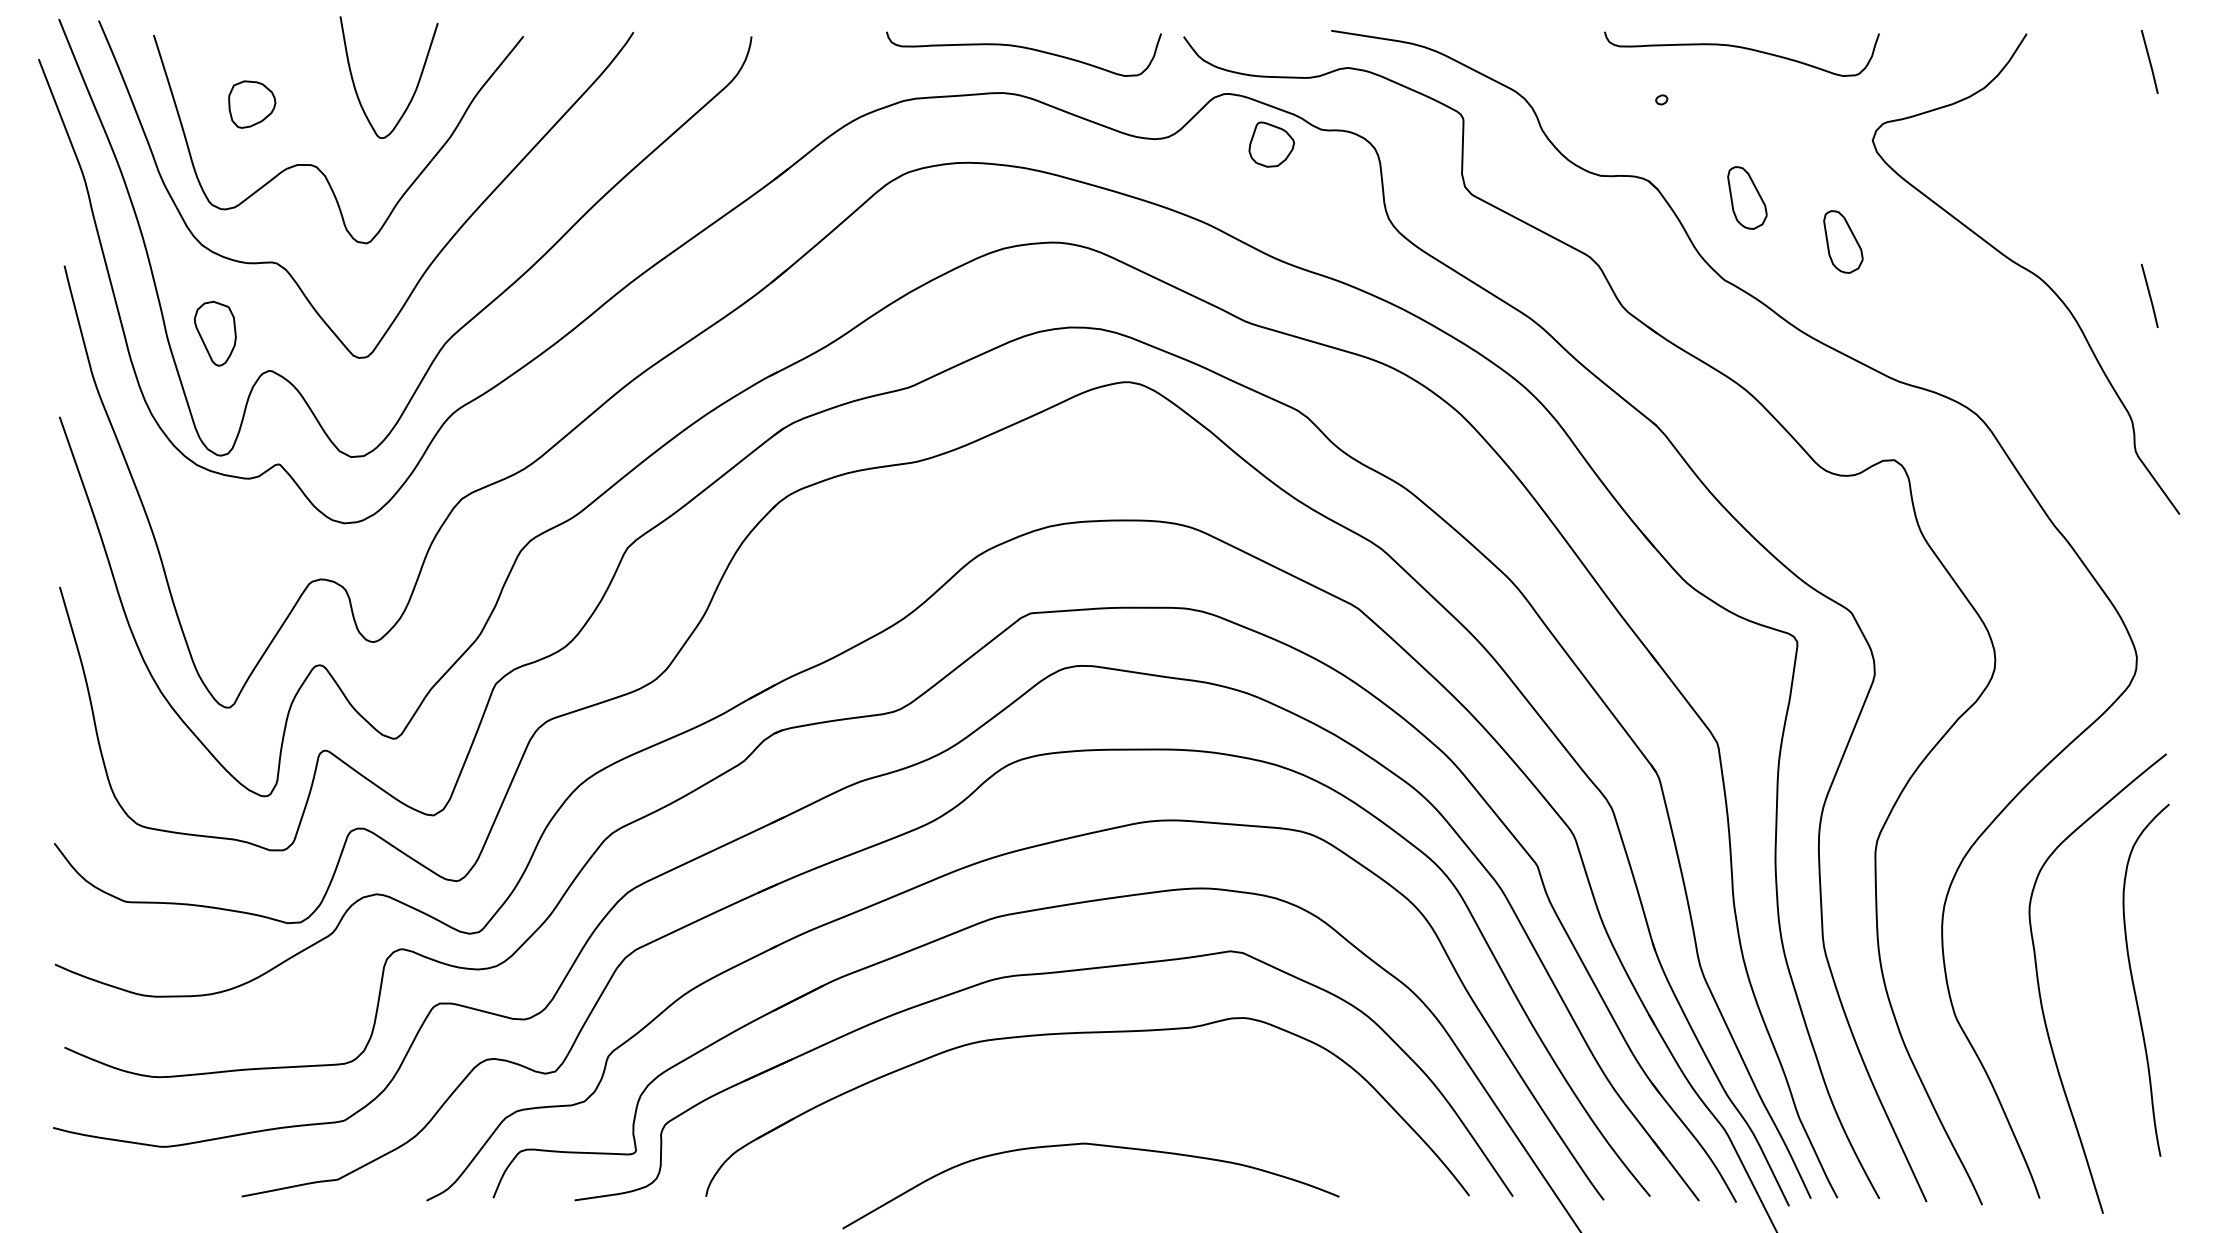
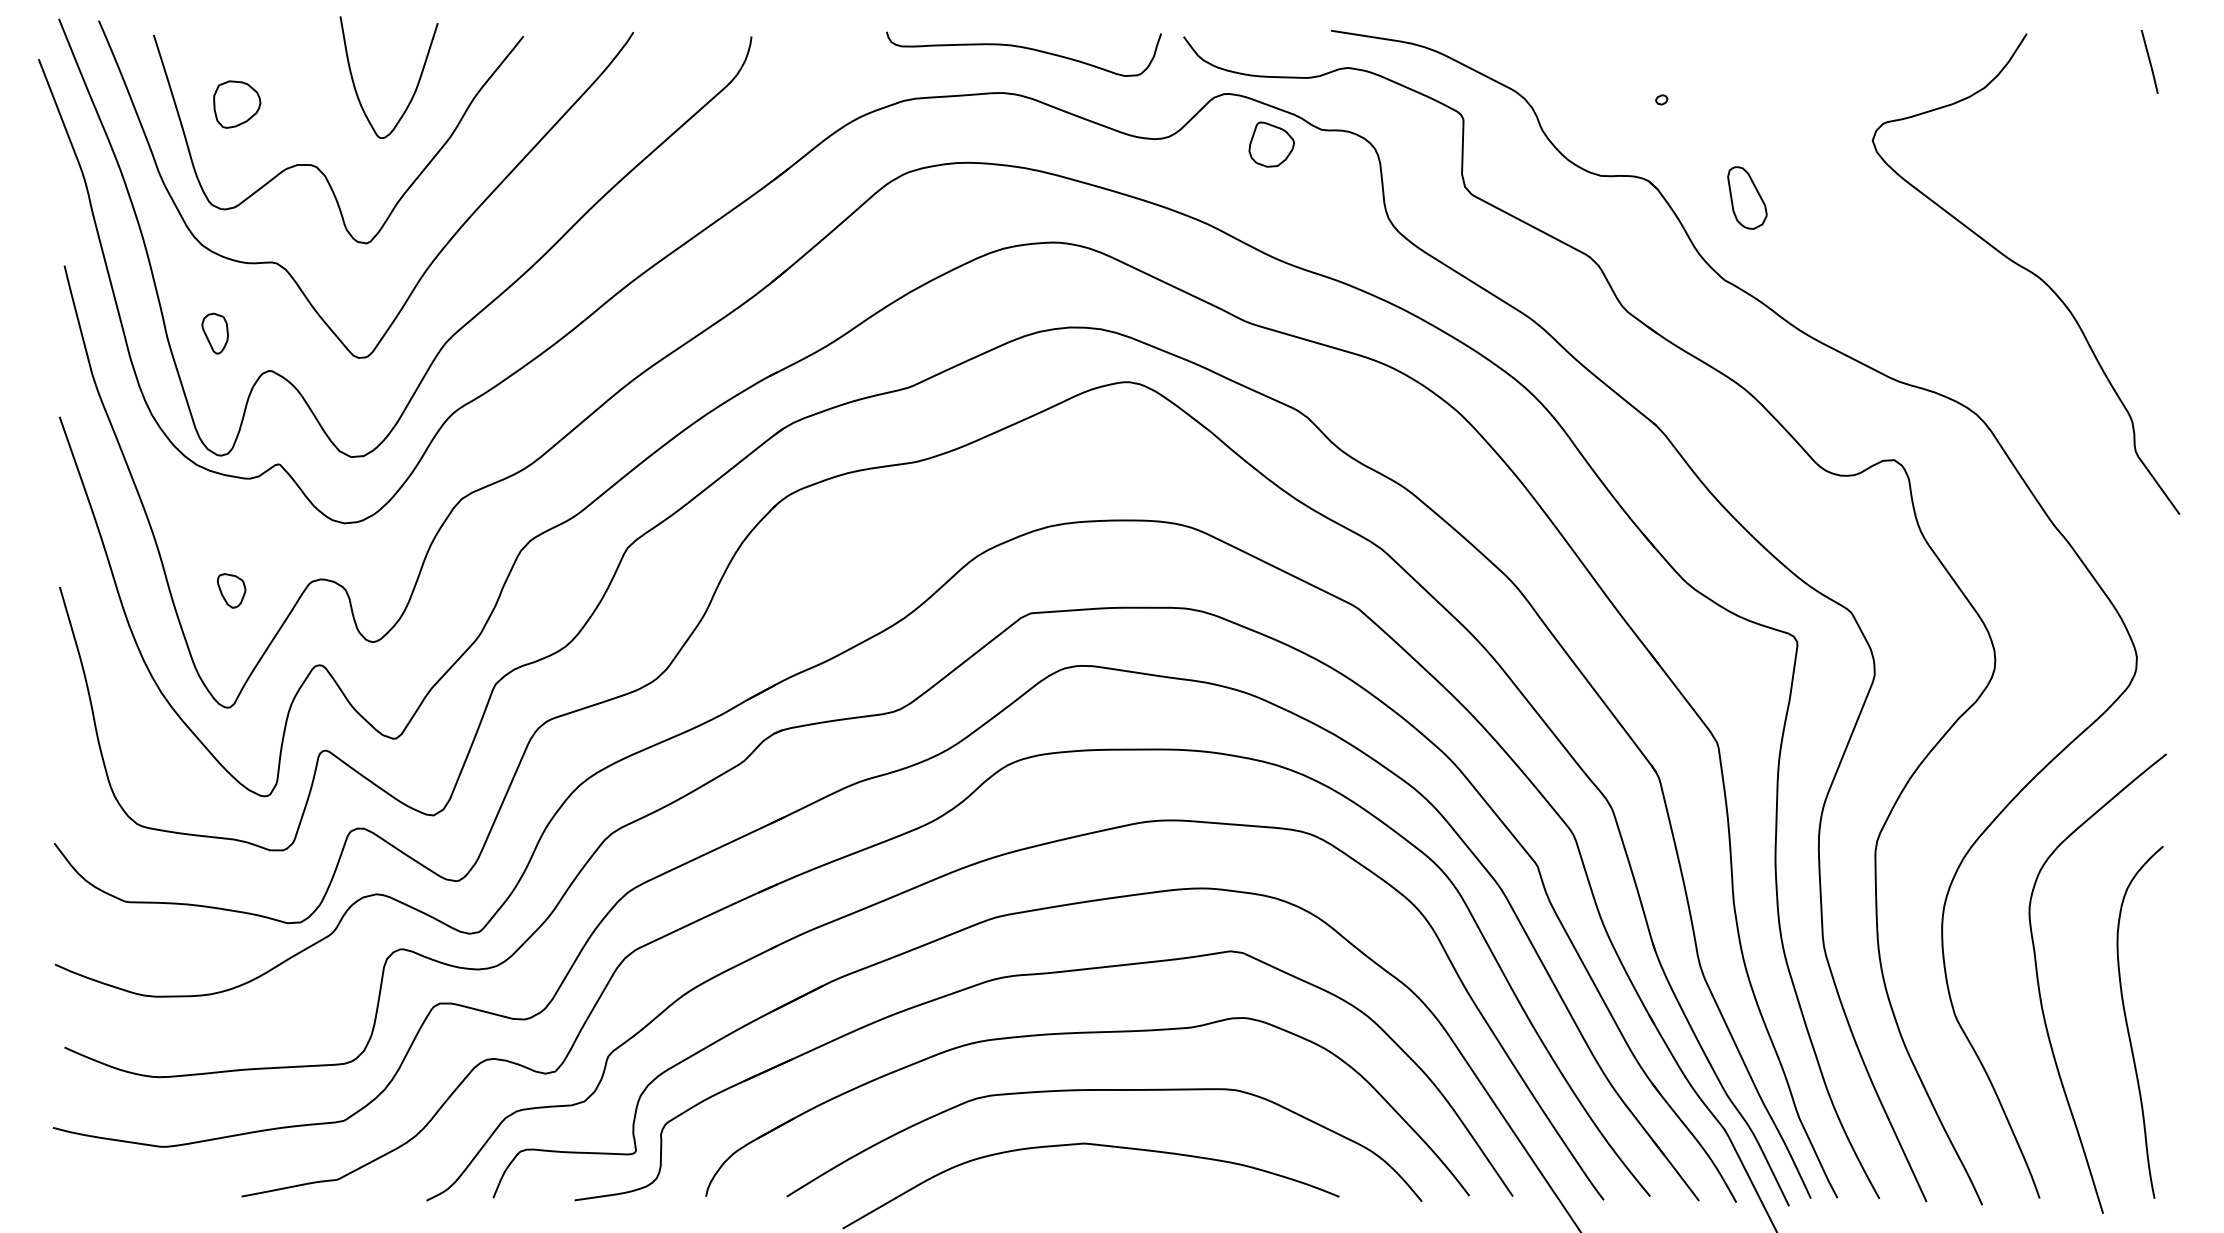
curve at (1741, 48): present -> none
part at (252, 104) position: (252, 104) -> (237, 104)
part at (1843, 241): present -> none
line at (2149, 295): present -> none
part at (214, 333) size: 44x67 px -> 28x43 px
part at (231, 590): none -> present
curve at (2133, 979) position: (2133, 979) -> (2127, 1021)
curve at (1104, 1090): none -> present
